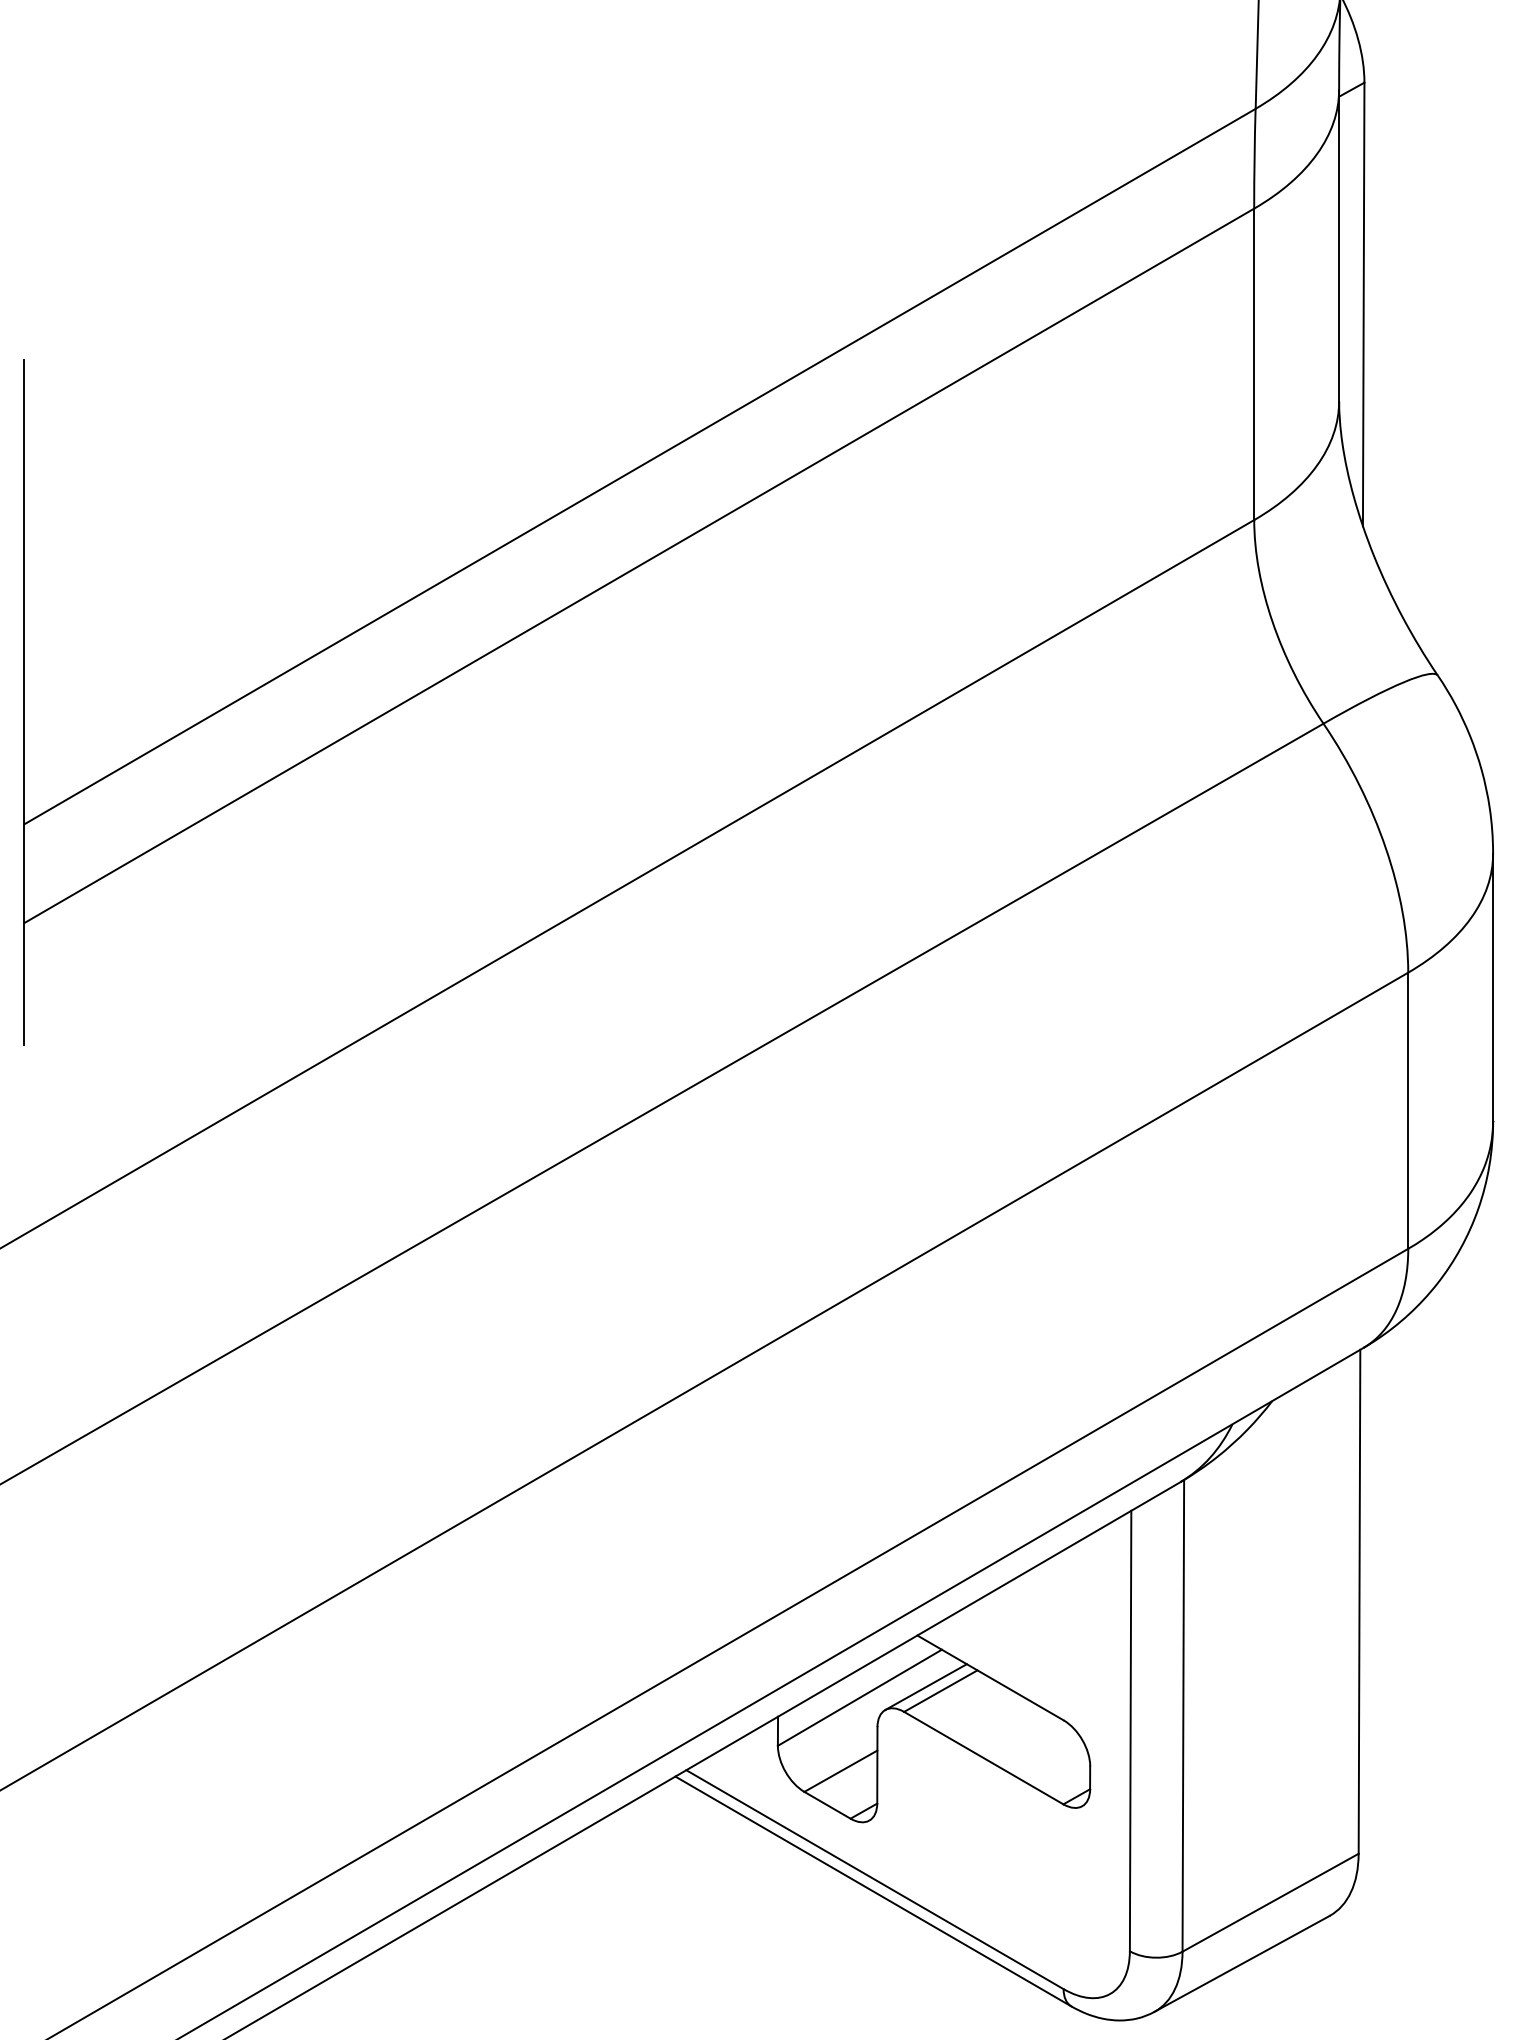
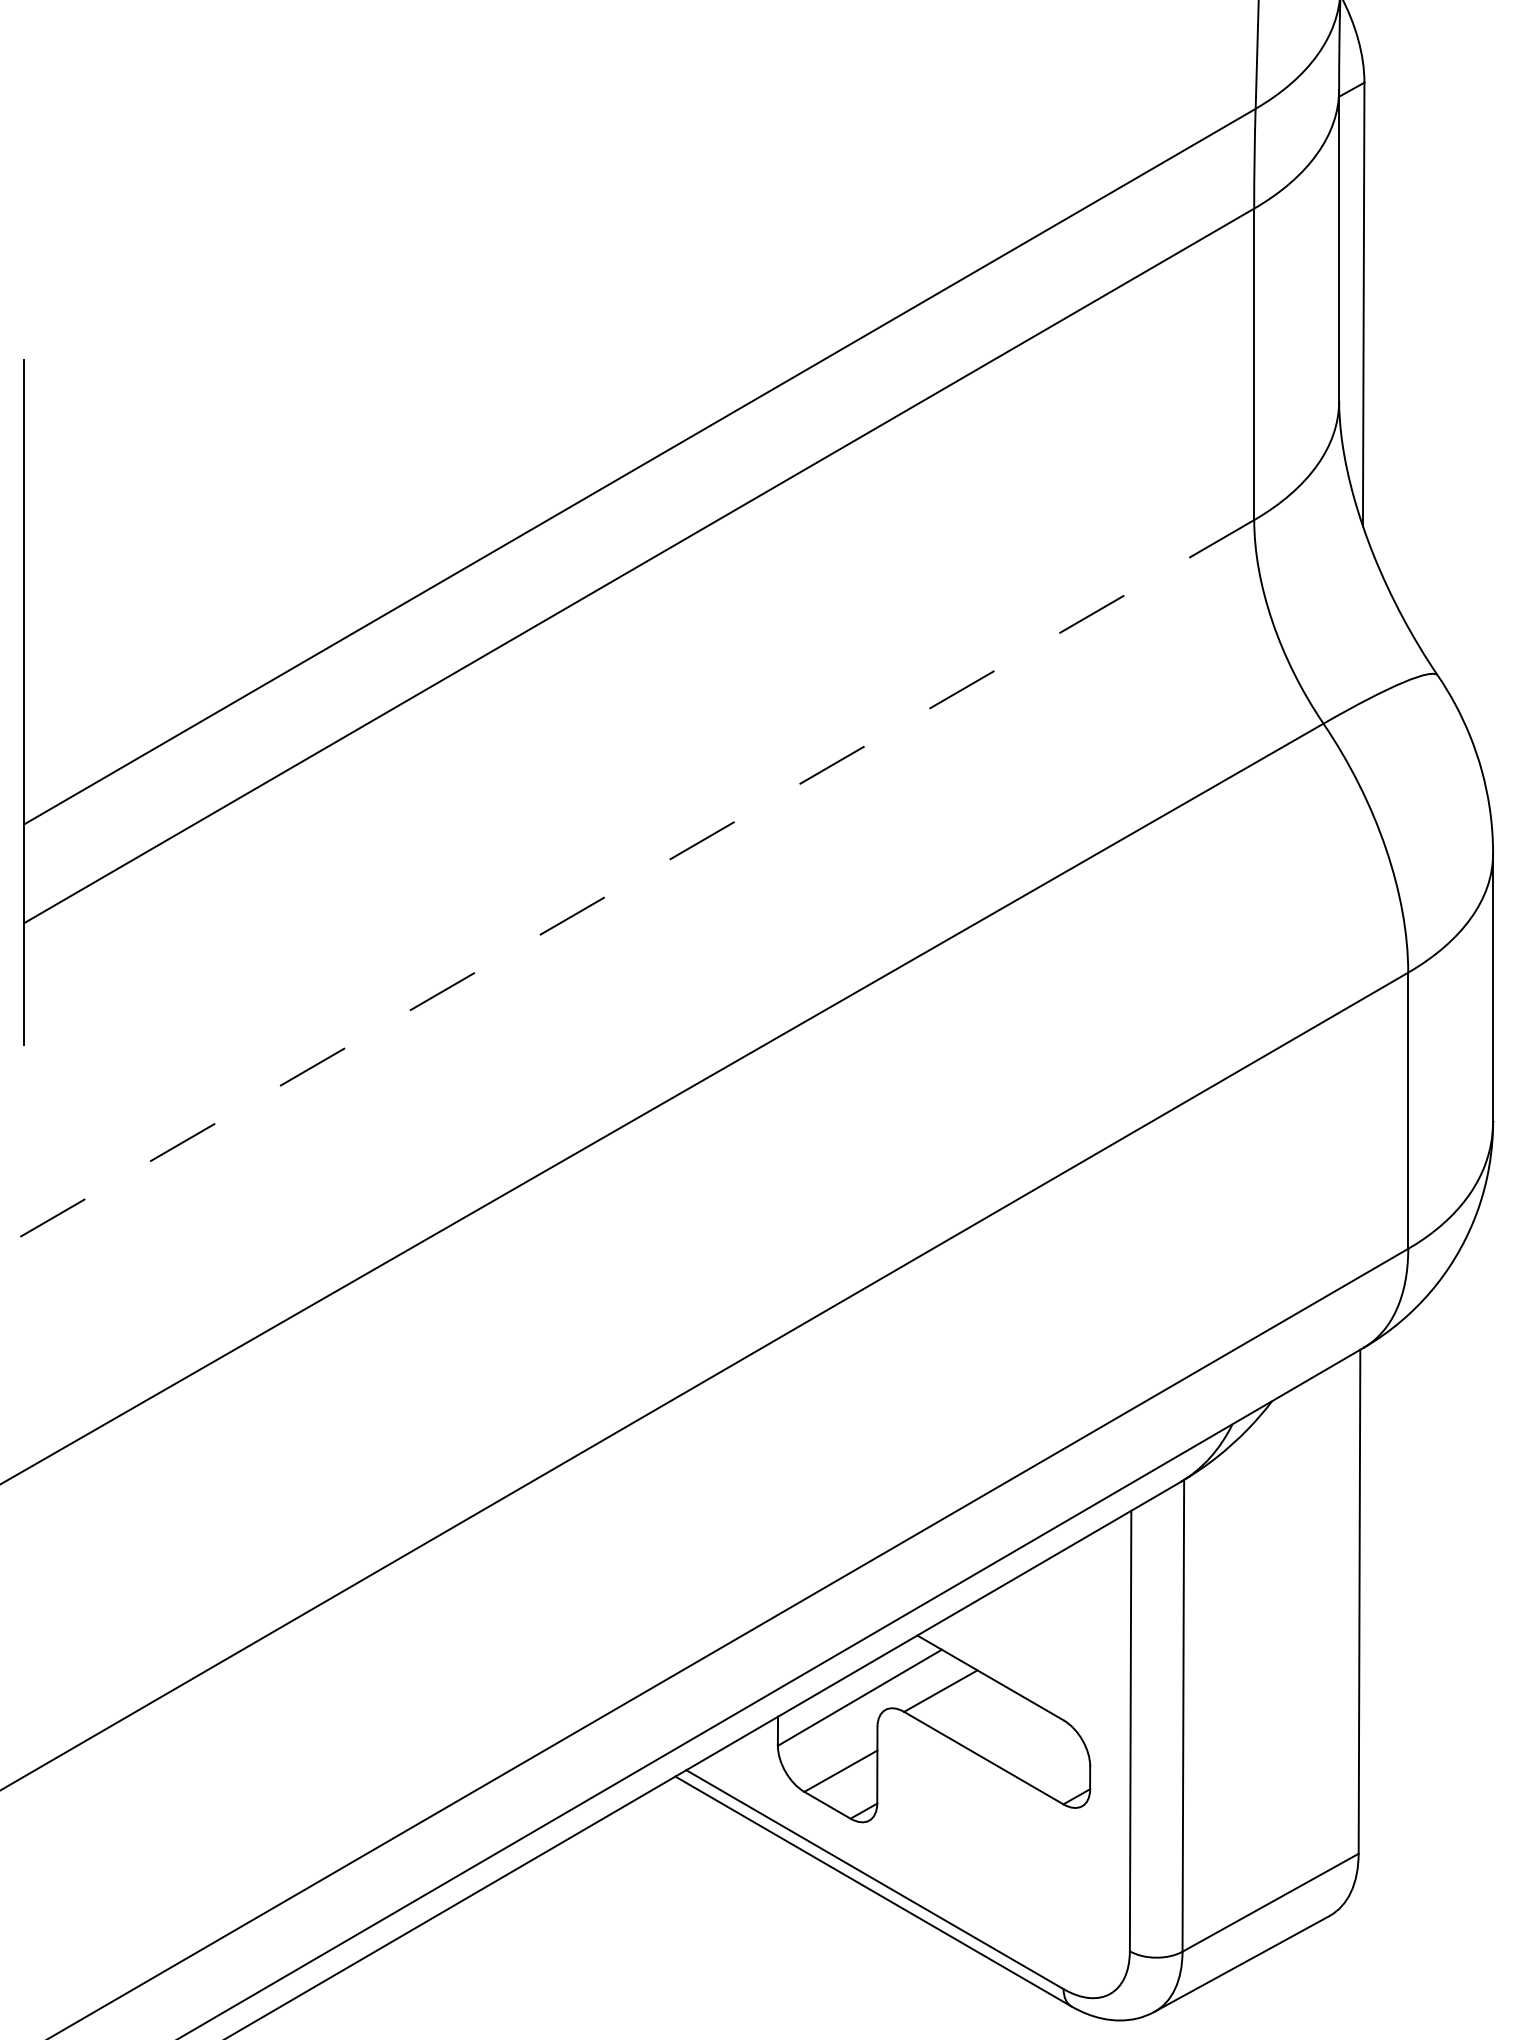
line at (627, 884): solid -> dashed
line at (925, 1686): present -> none
